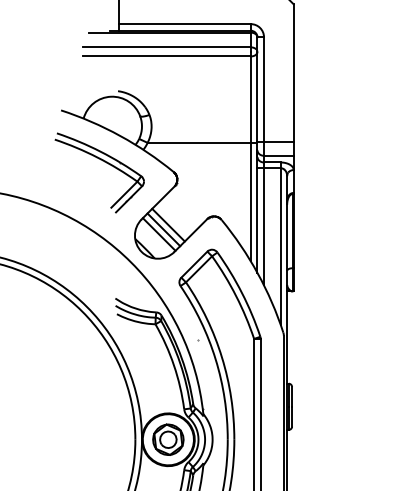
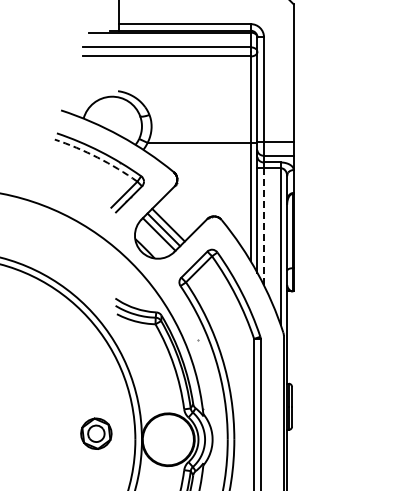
arc at (97, 157): solid -> dashed
line at (264, 226): solid -> dashed
part at (168, 439) position: (168, 439) -> (96, 433)
